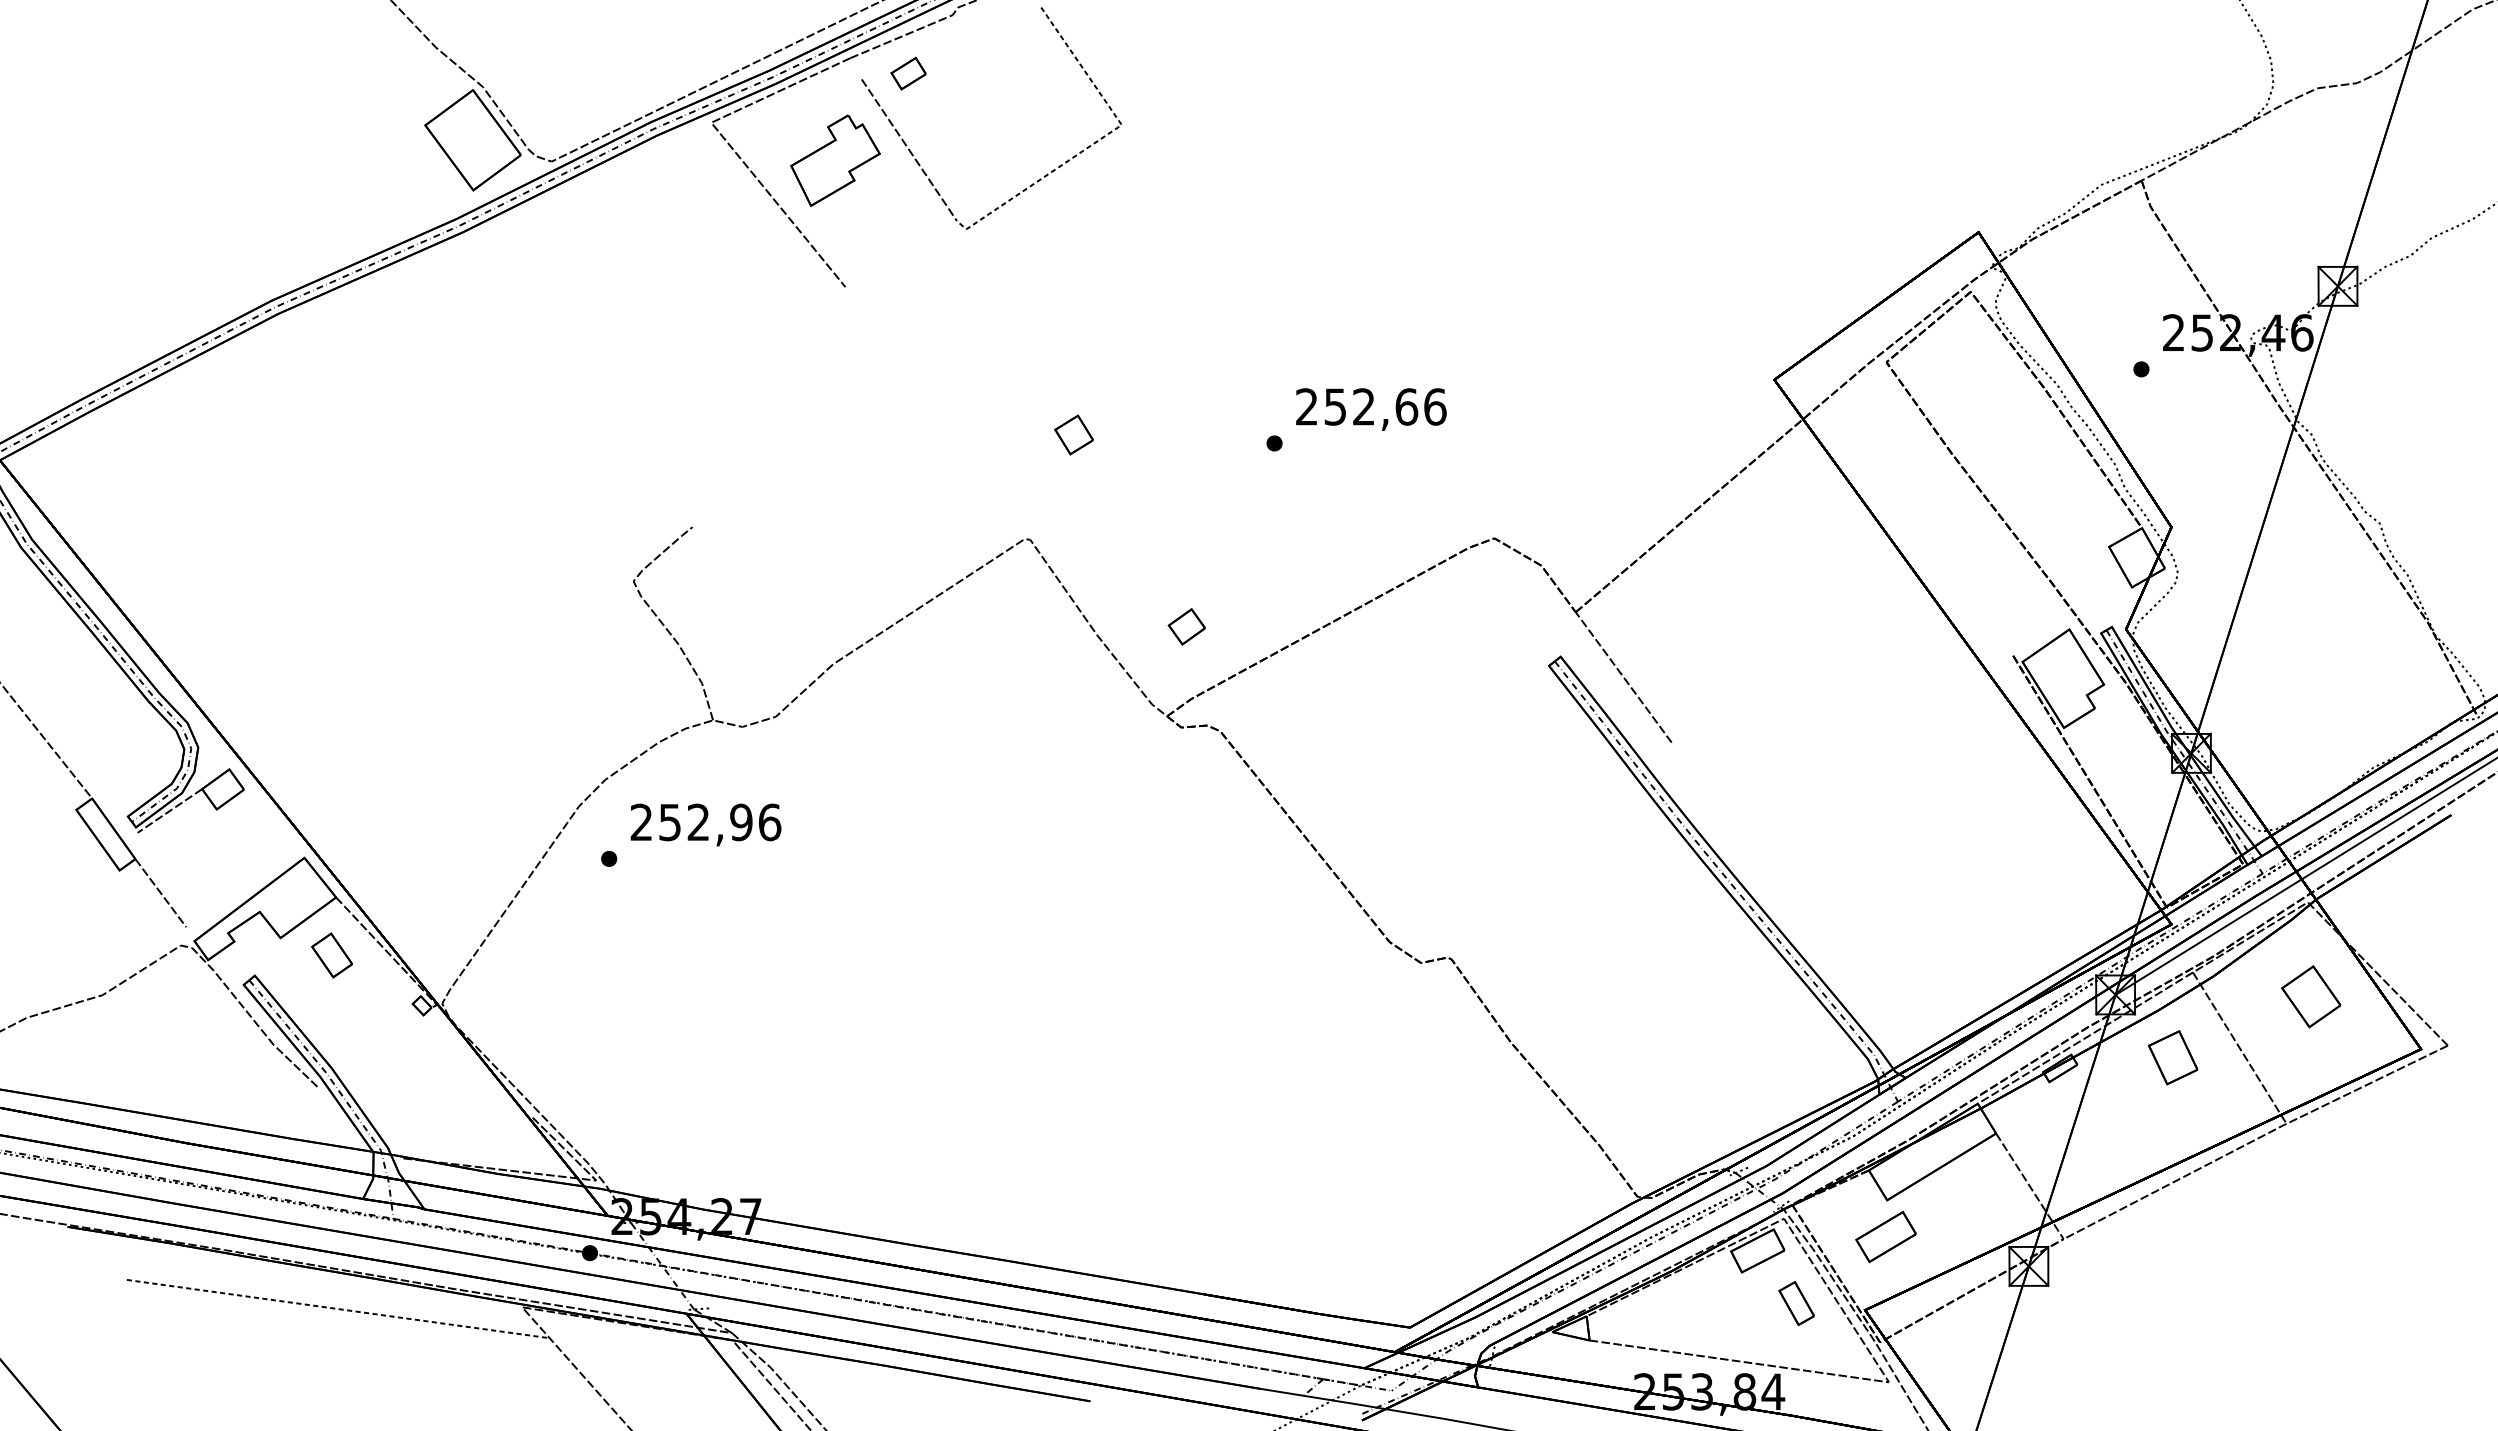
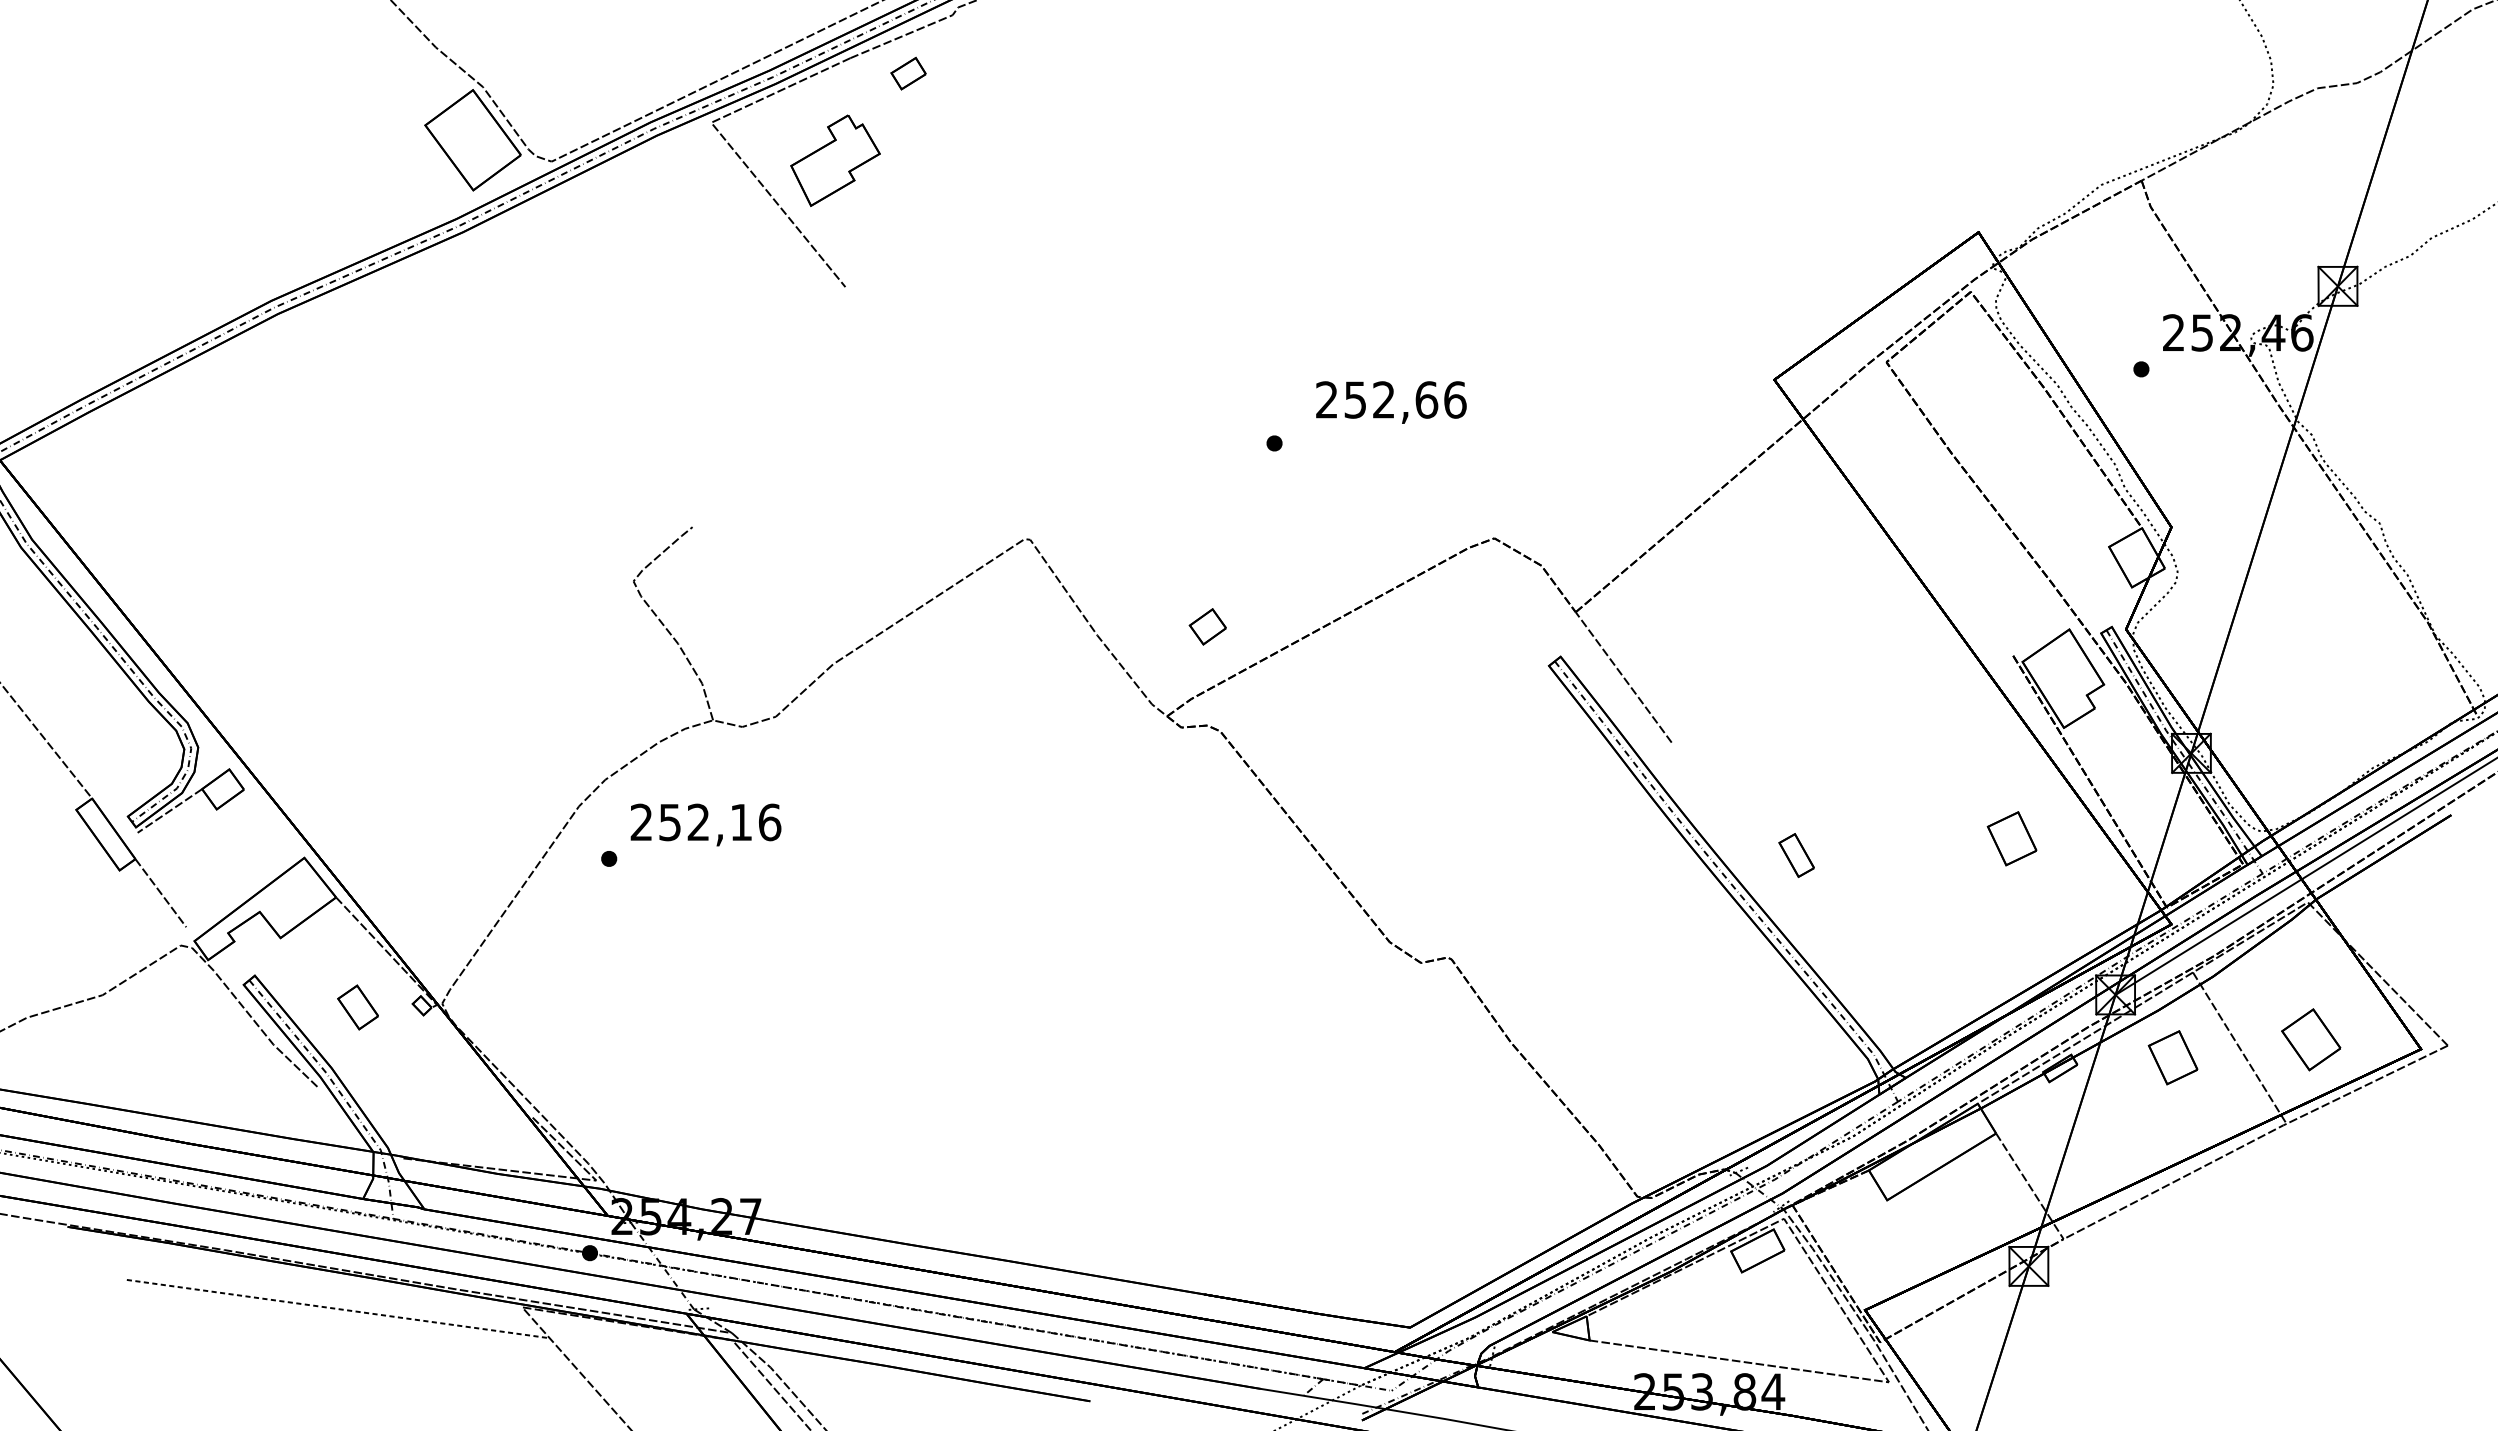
part at (1032, 183): present -> none
text at (1371, 409) position: (1371, 409) -> (1391, 402)
part at (1073, 434): present -> none
part at (1186, 626) position: (1186, 626) -> (1207, 626)
text at (741, 822): 252,96 -> 252,16
part at (2011, 838): none -> present
part at (331, 955) position: (331, 955) -> (357, 1007)
part at (2311, 996) position: (2311, 996) -> (2311, 1039)
part at (1885, 1237): present -> none
part at (1796, 1303) position: (1796, 1303) -> (1796, 855)
